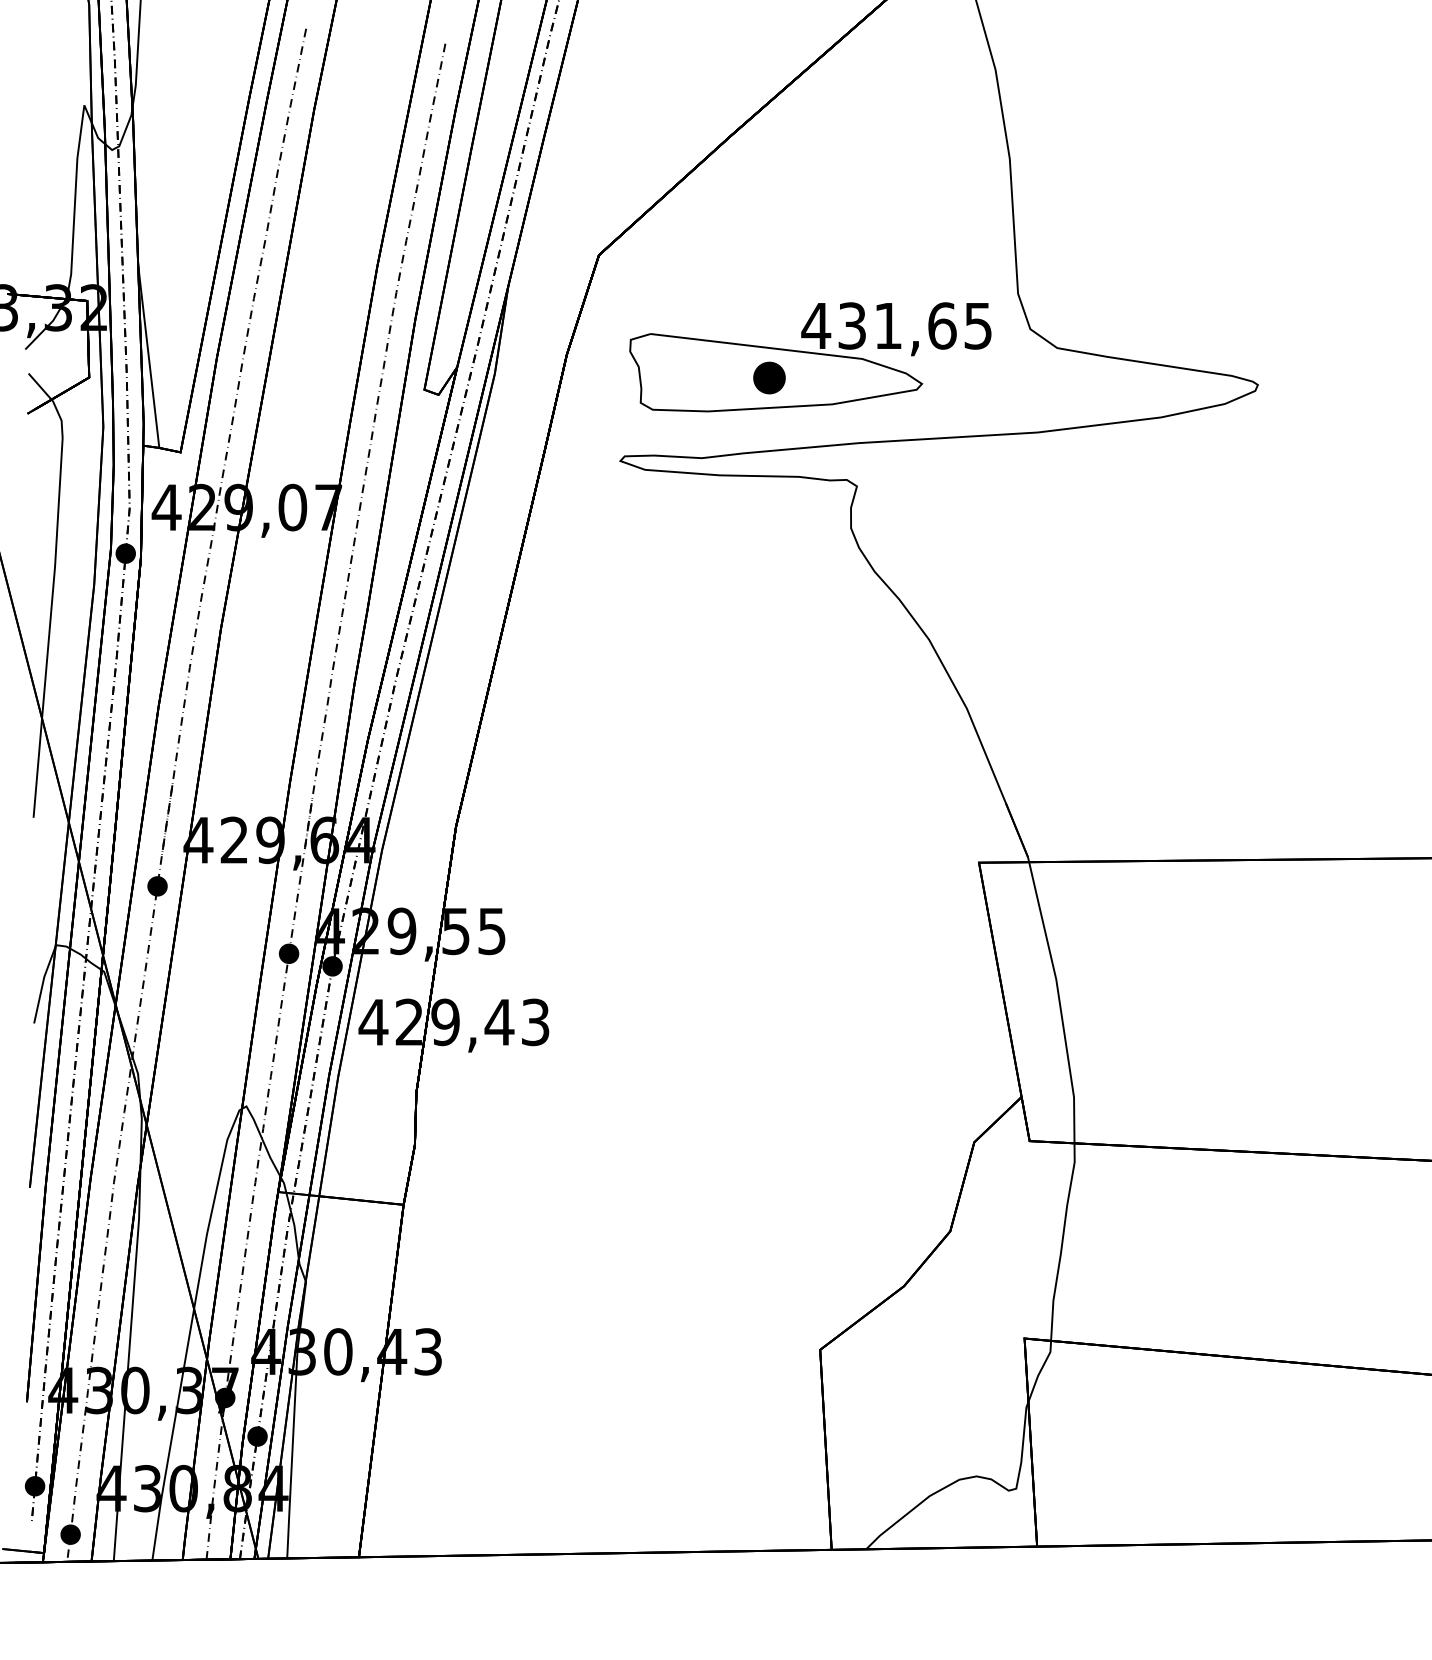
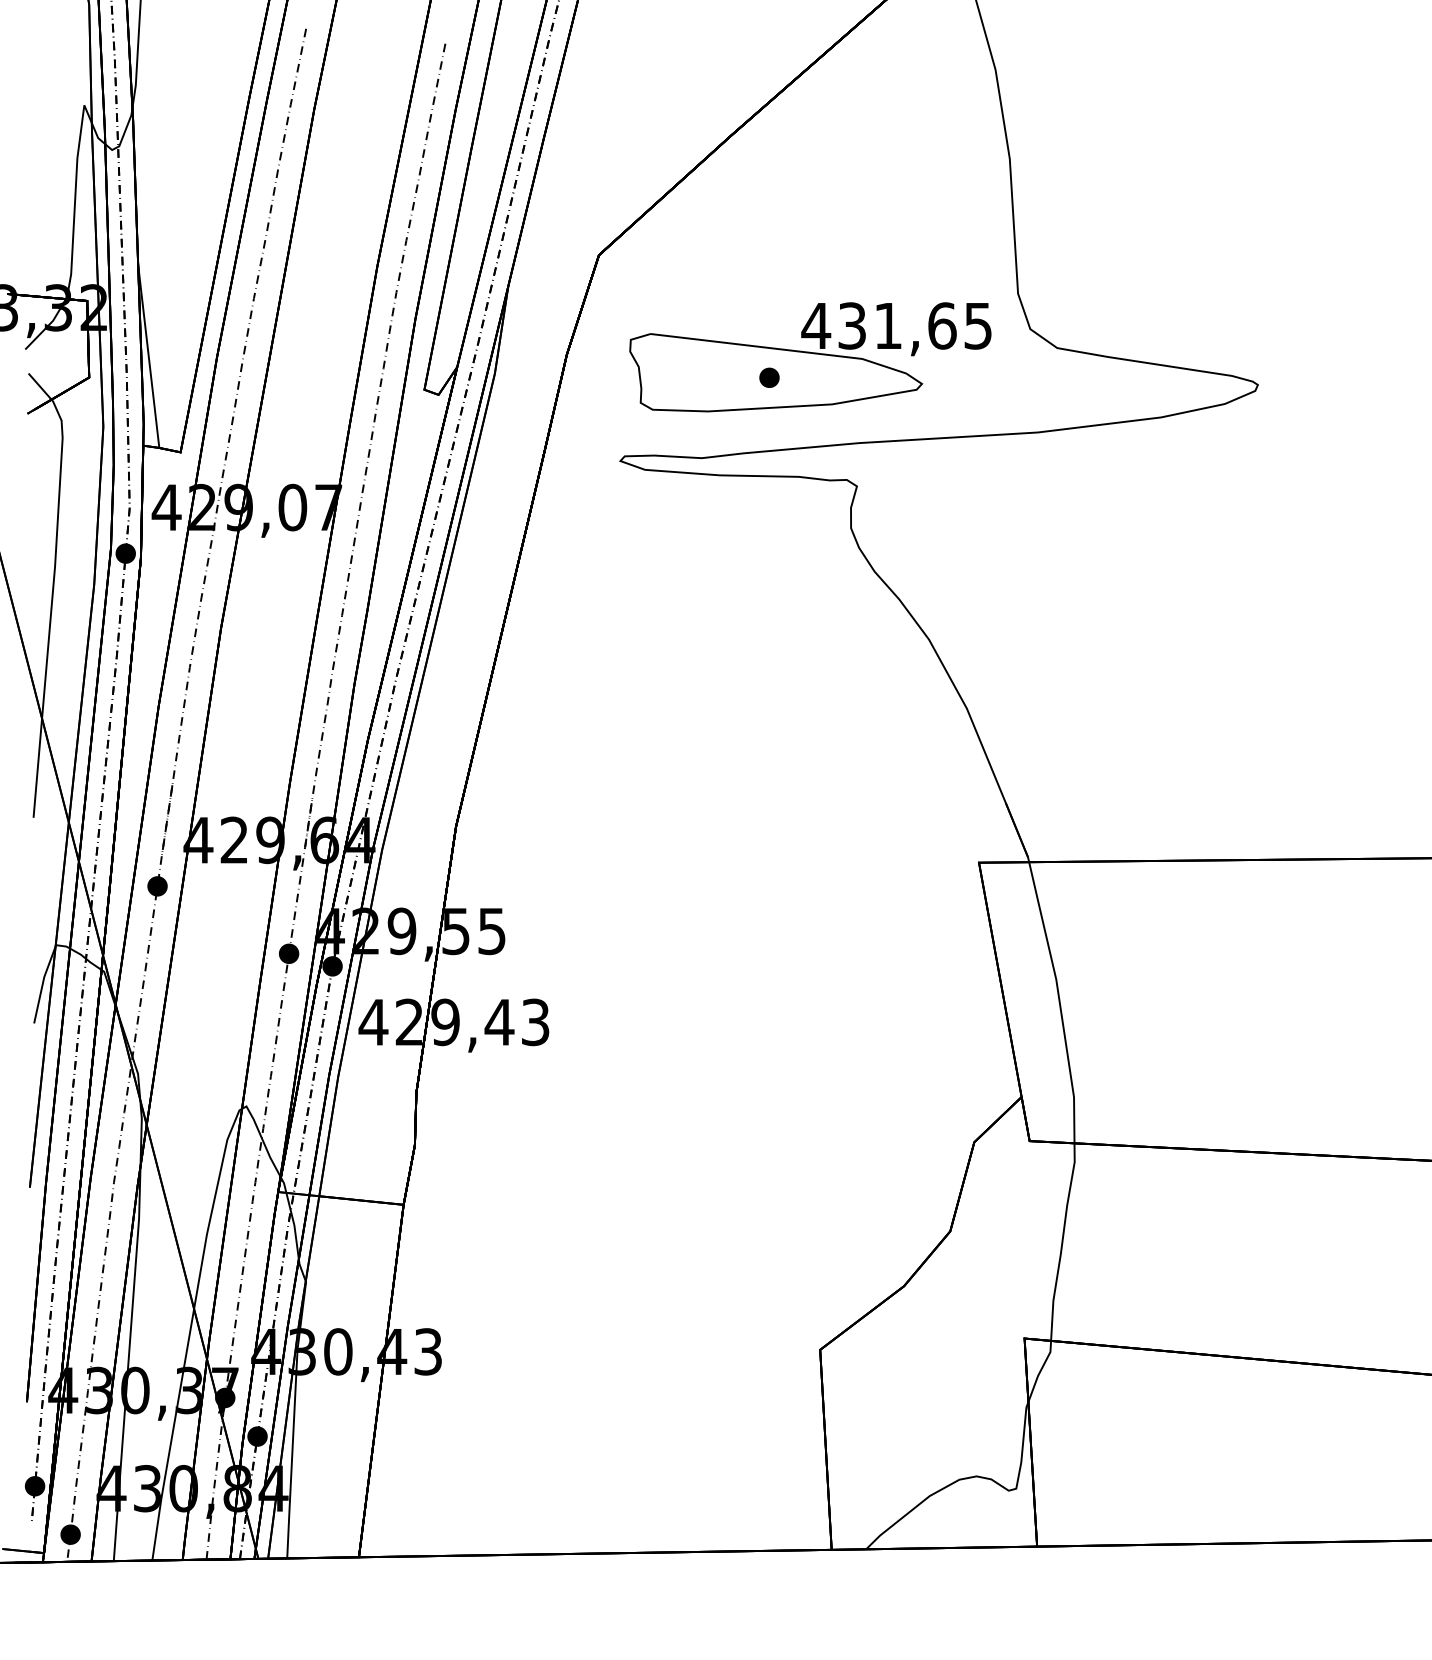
part at (769, 377) size: 33x34 px -> 21x21 px
